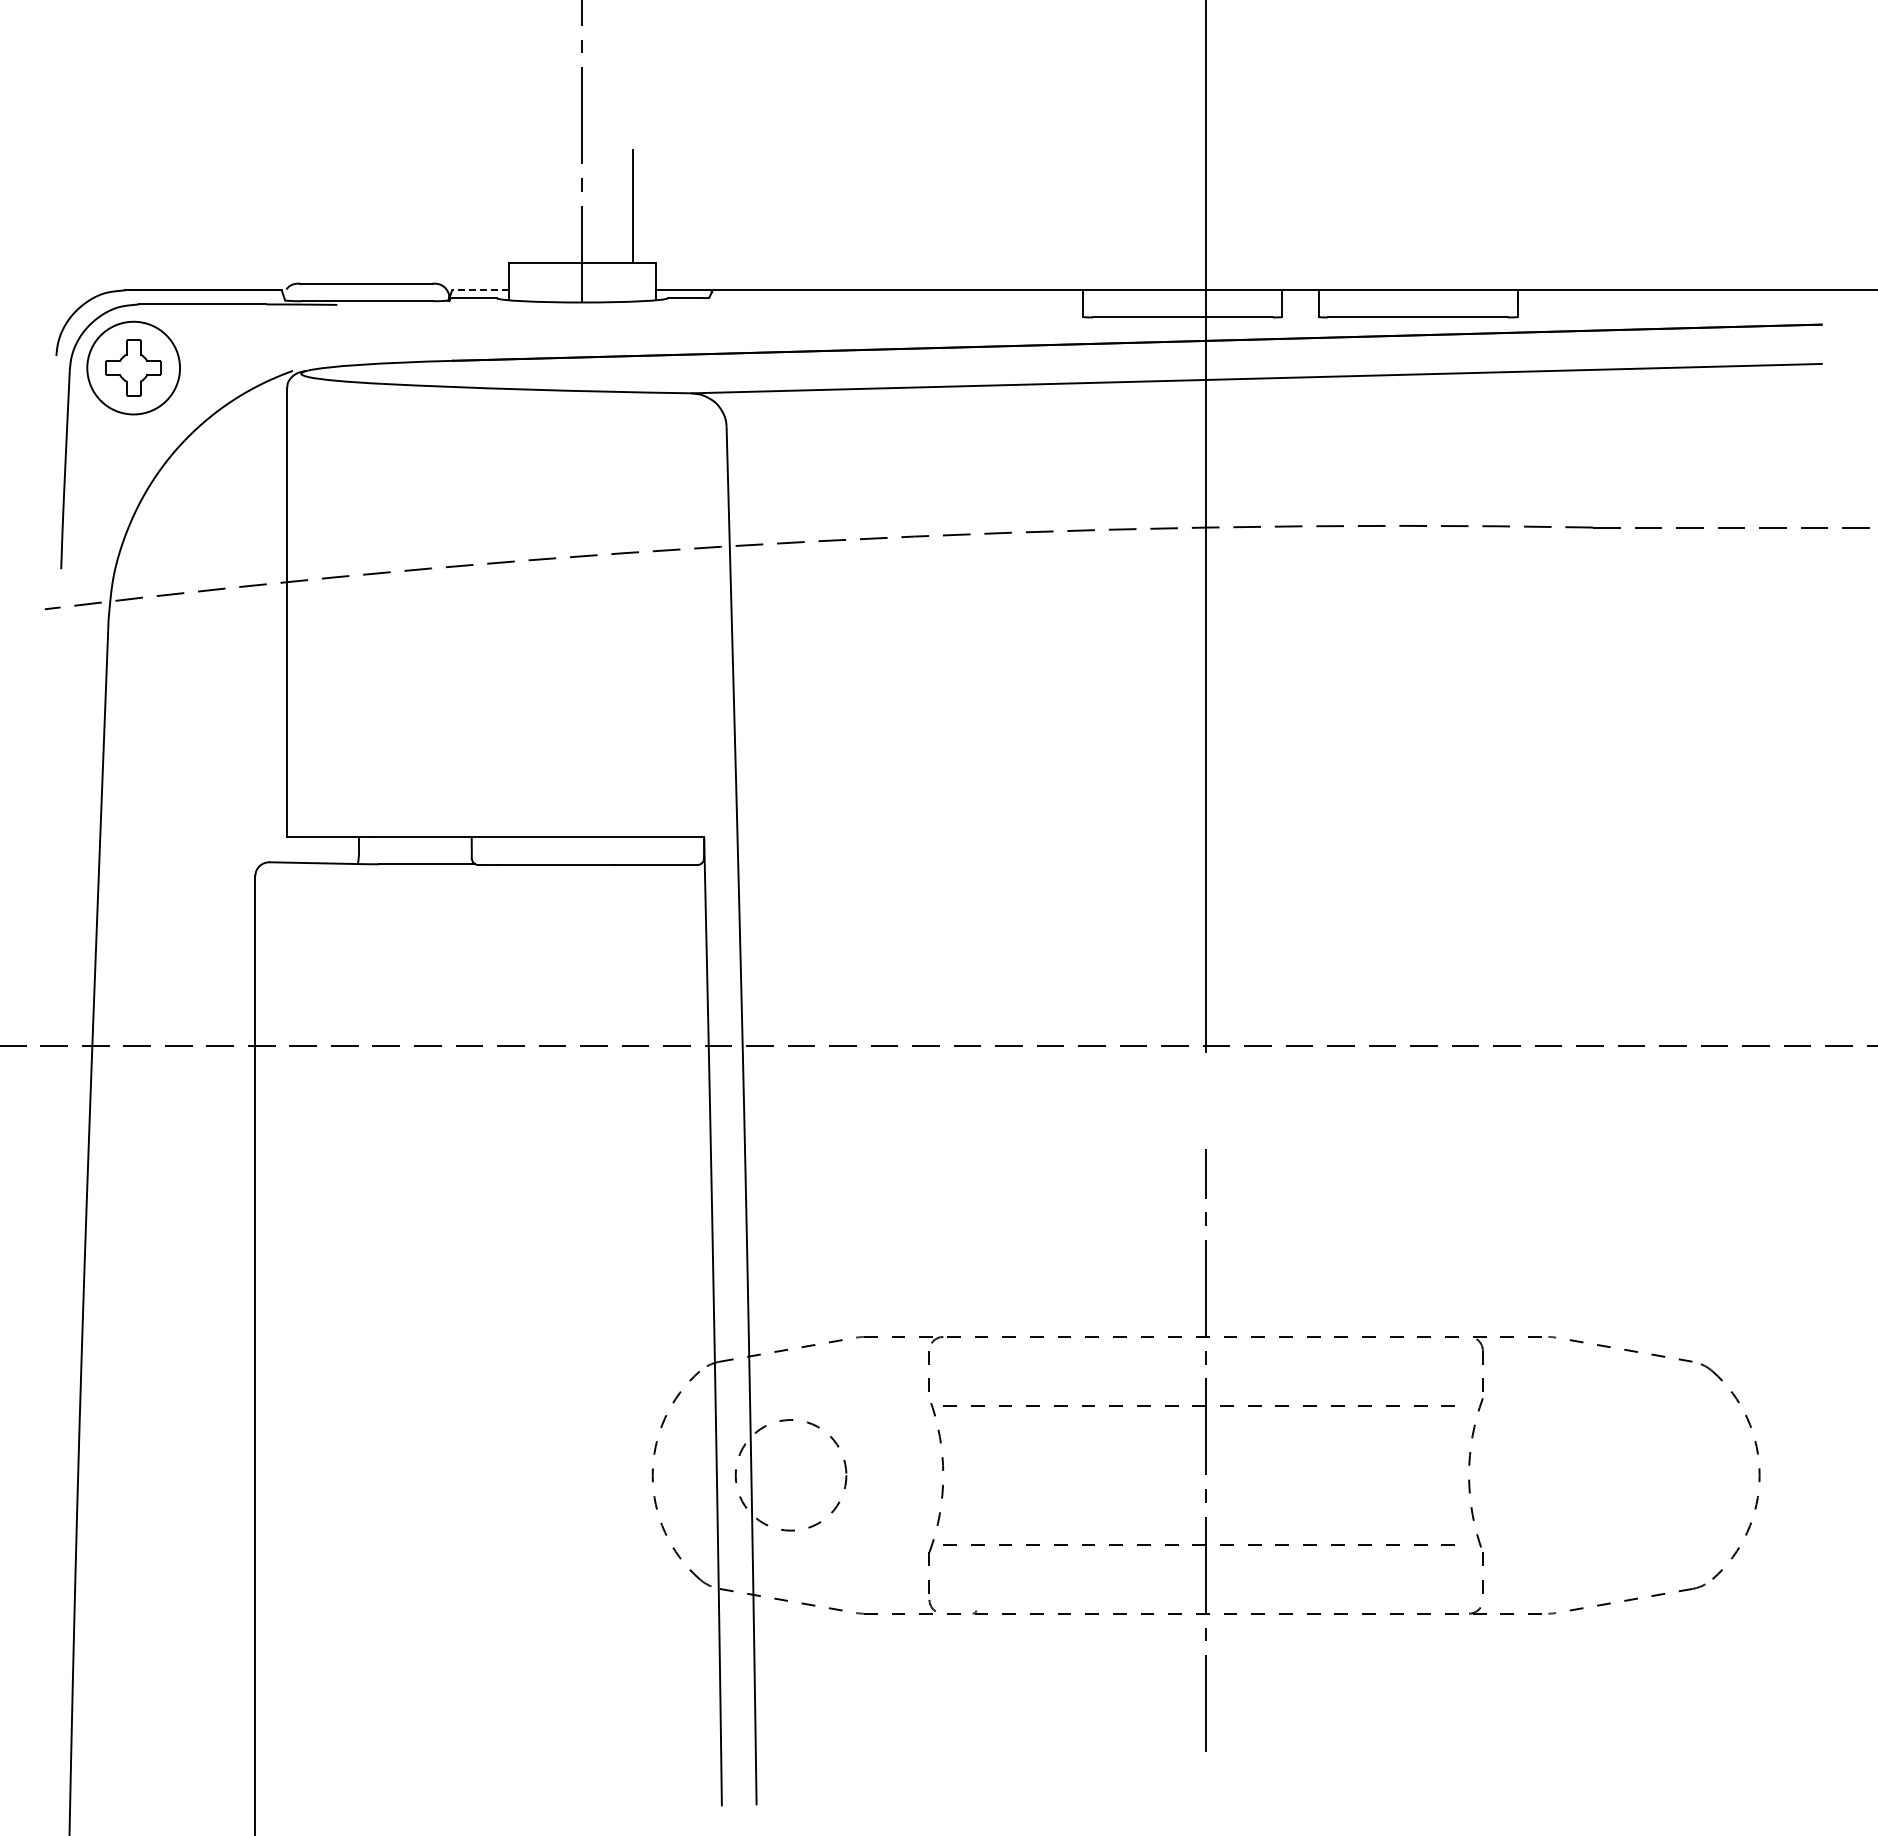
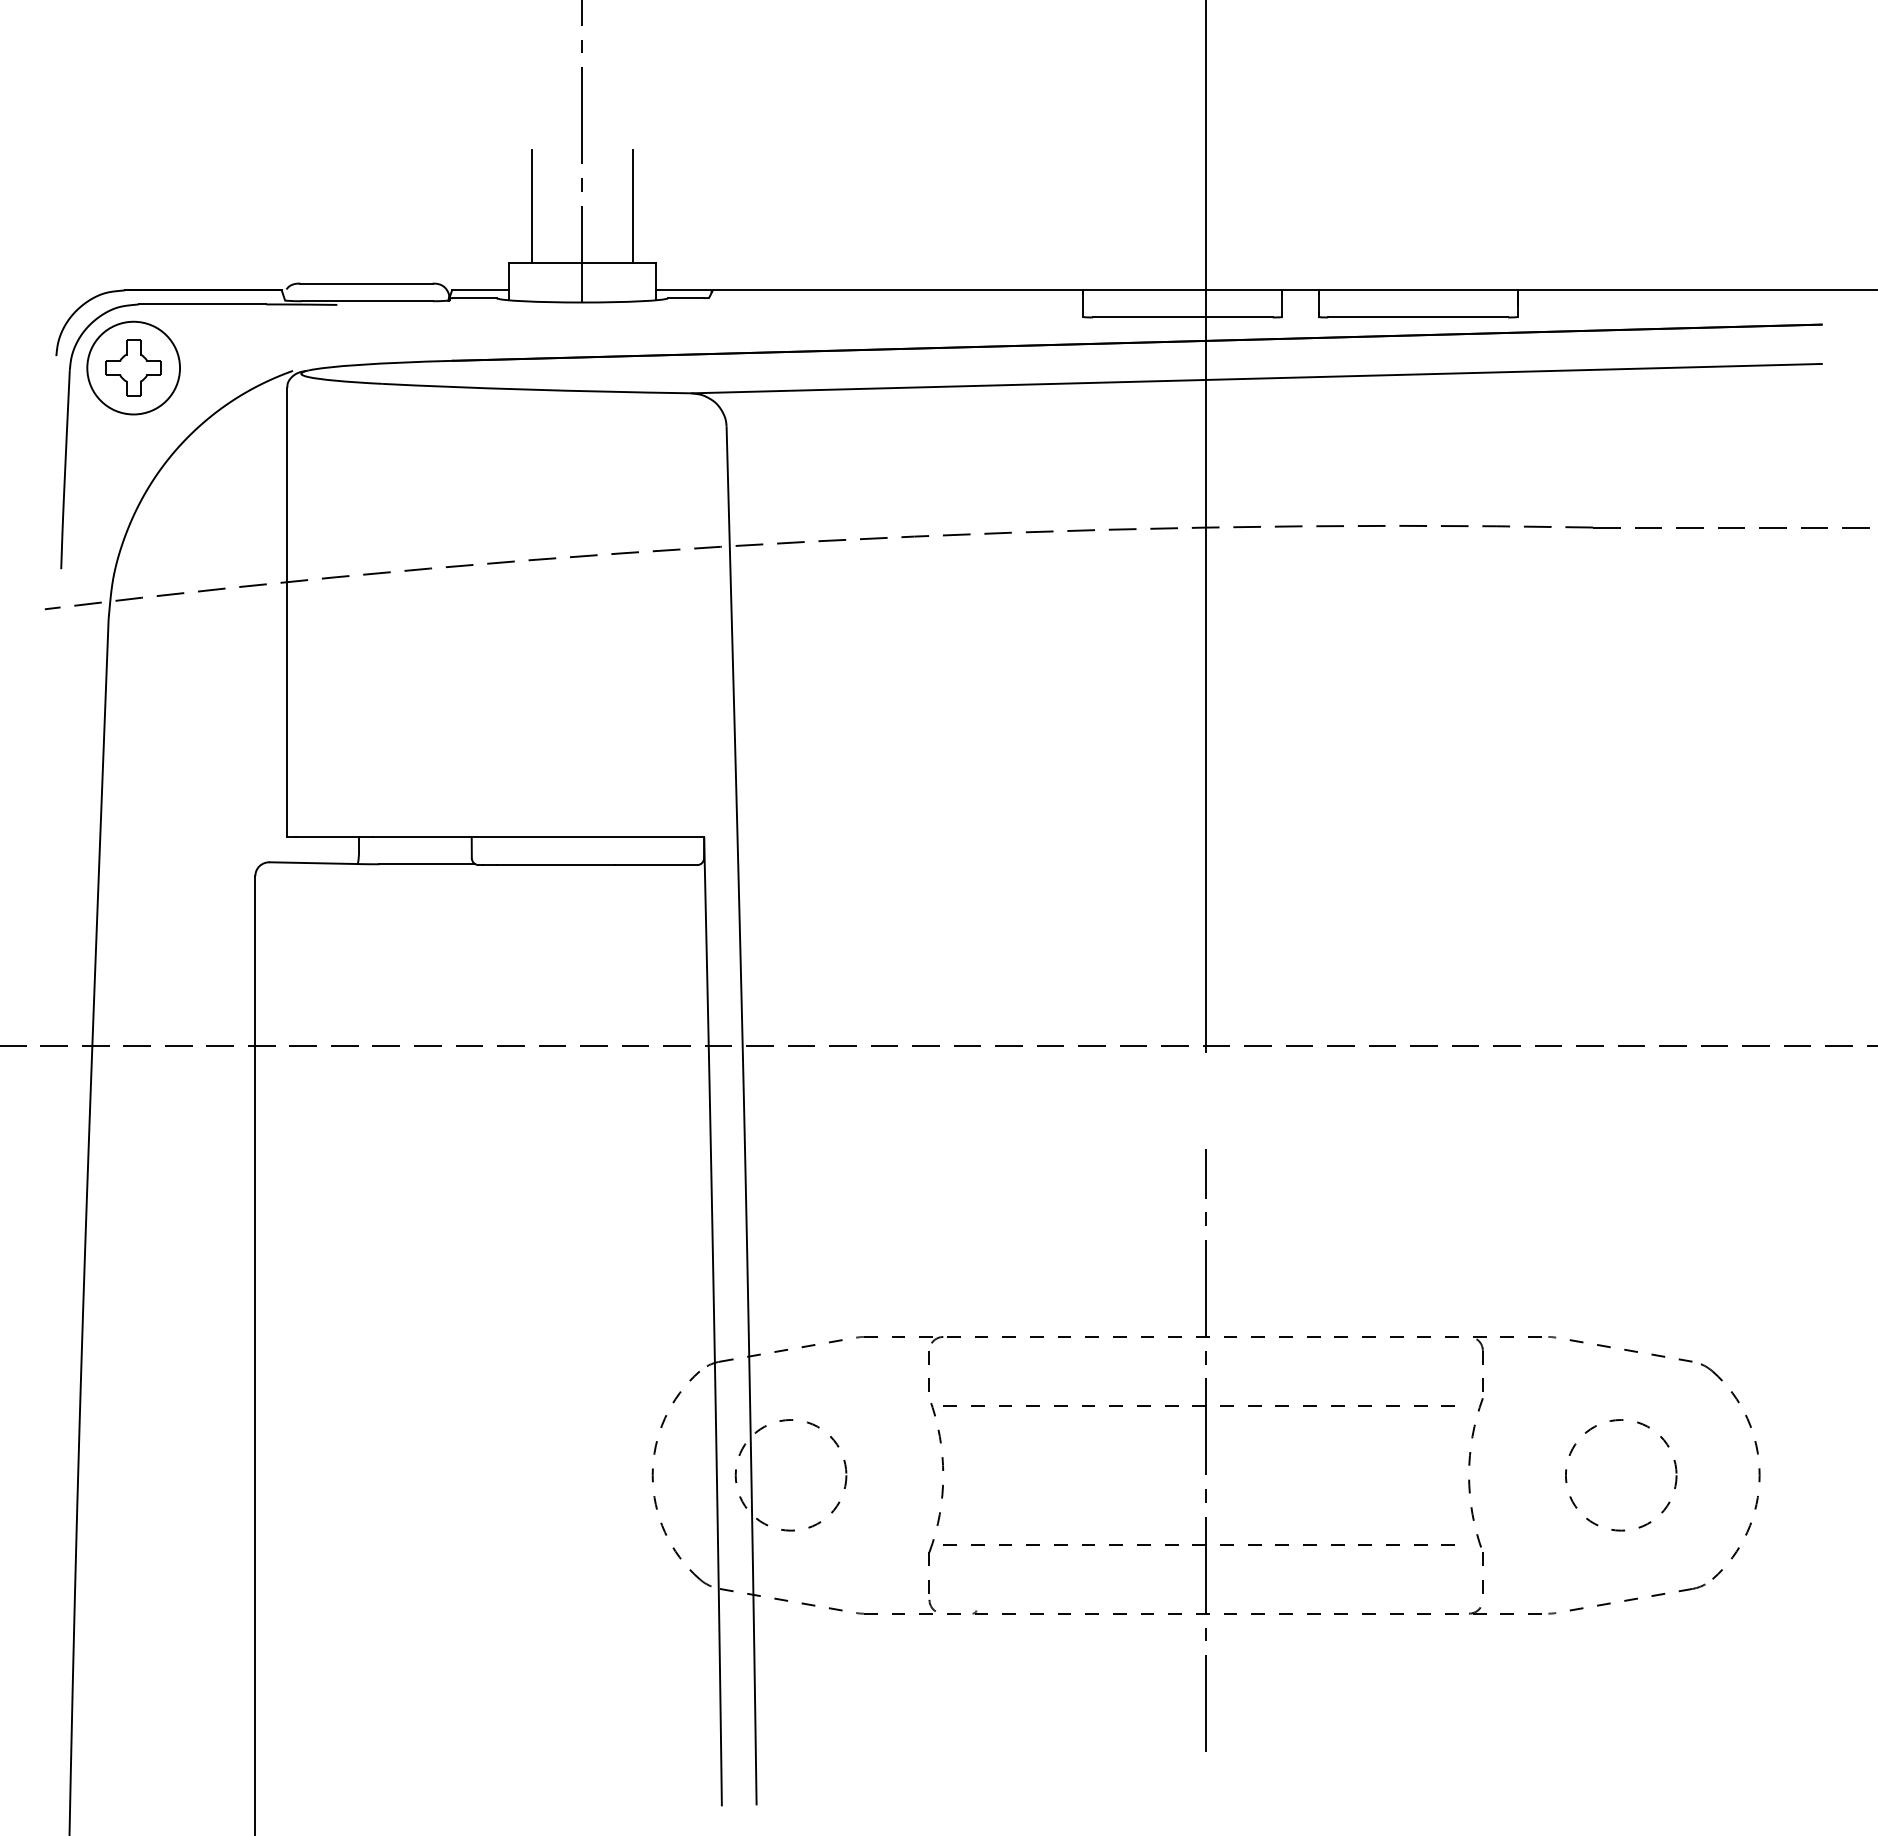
line at (531, 205): none -> present
line at (480, 290): dashed -> solid
circle at (1621, 1475): none -> present
